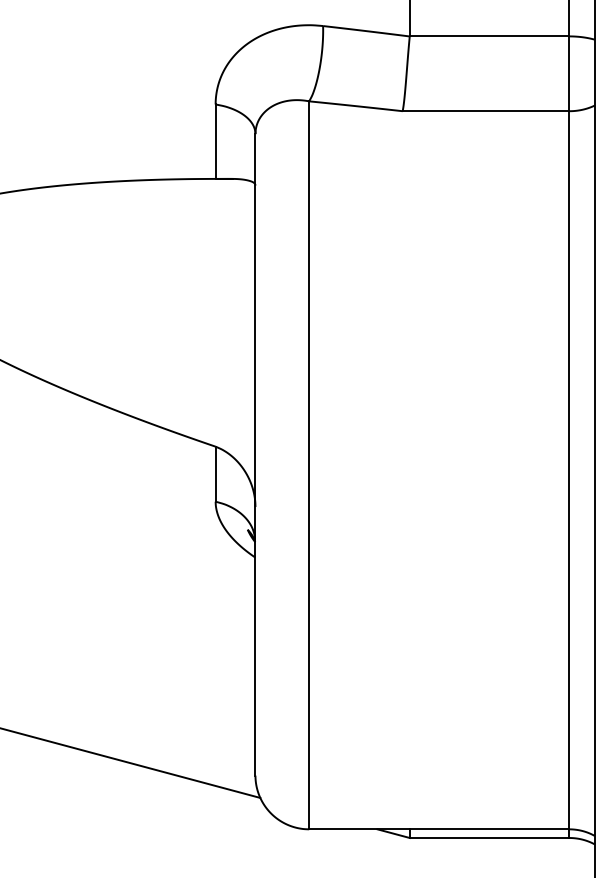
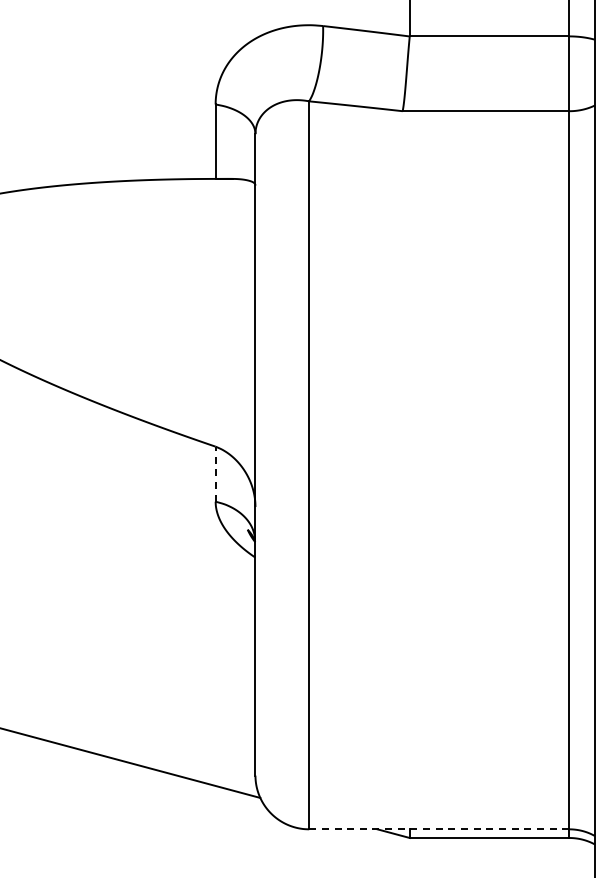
line at (215, 474): solid -> dashed
line at (439, 829): solid -> dashed
